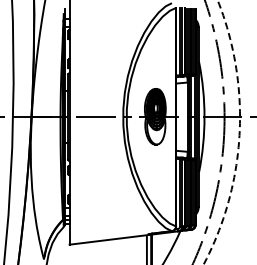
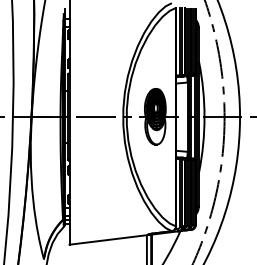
arc at (239, 133): dashed -> solid
